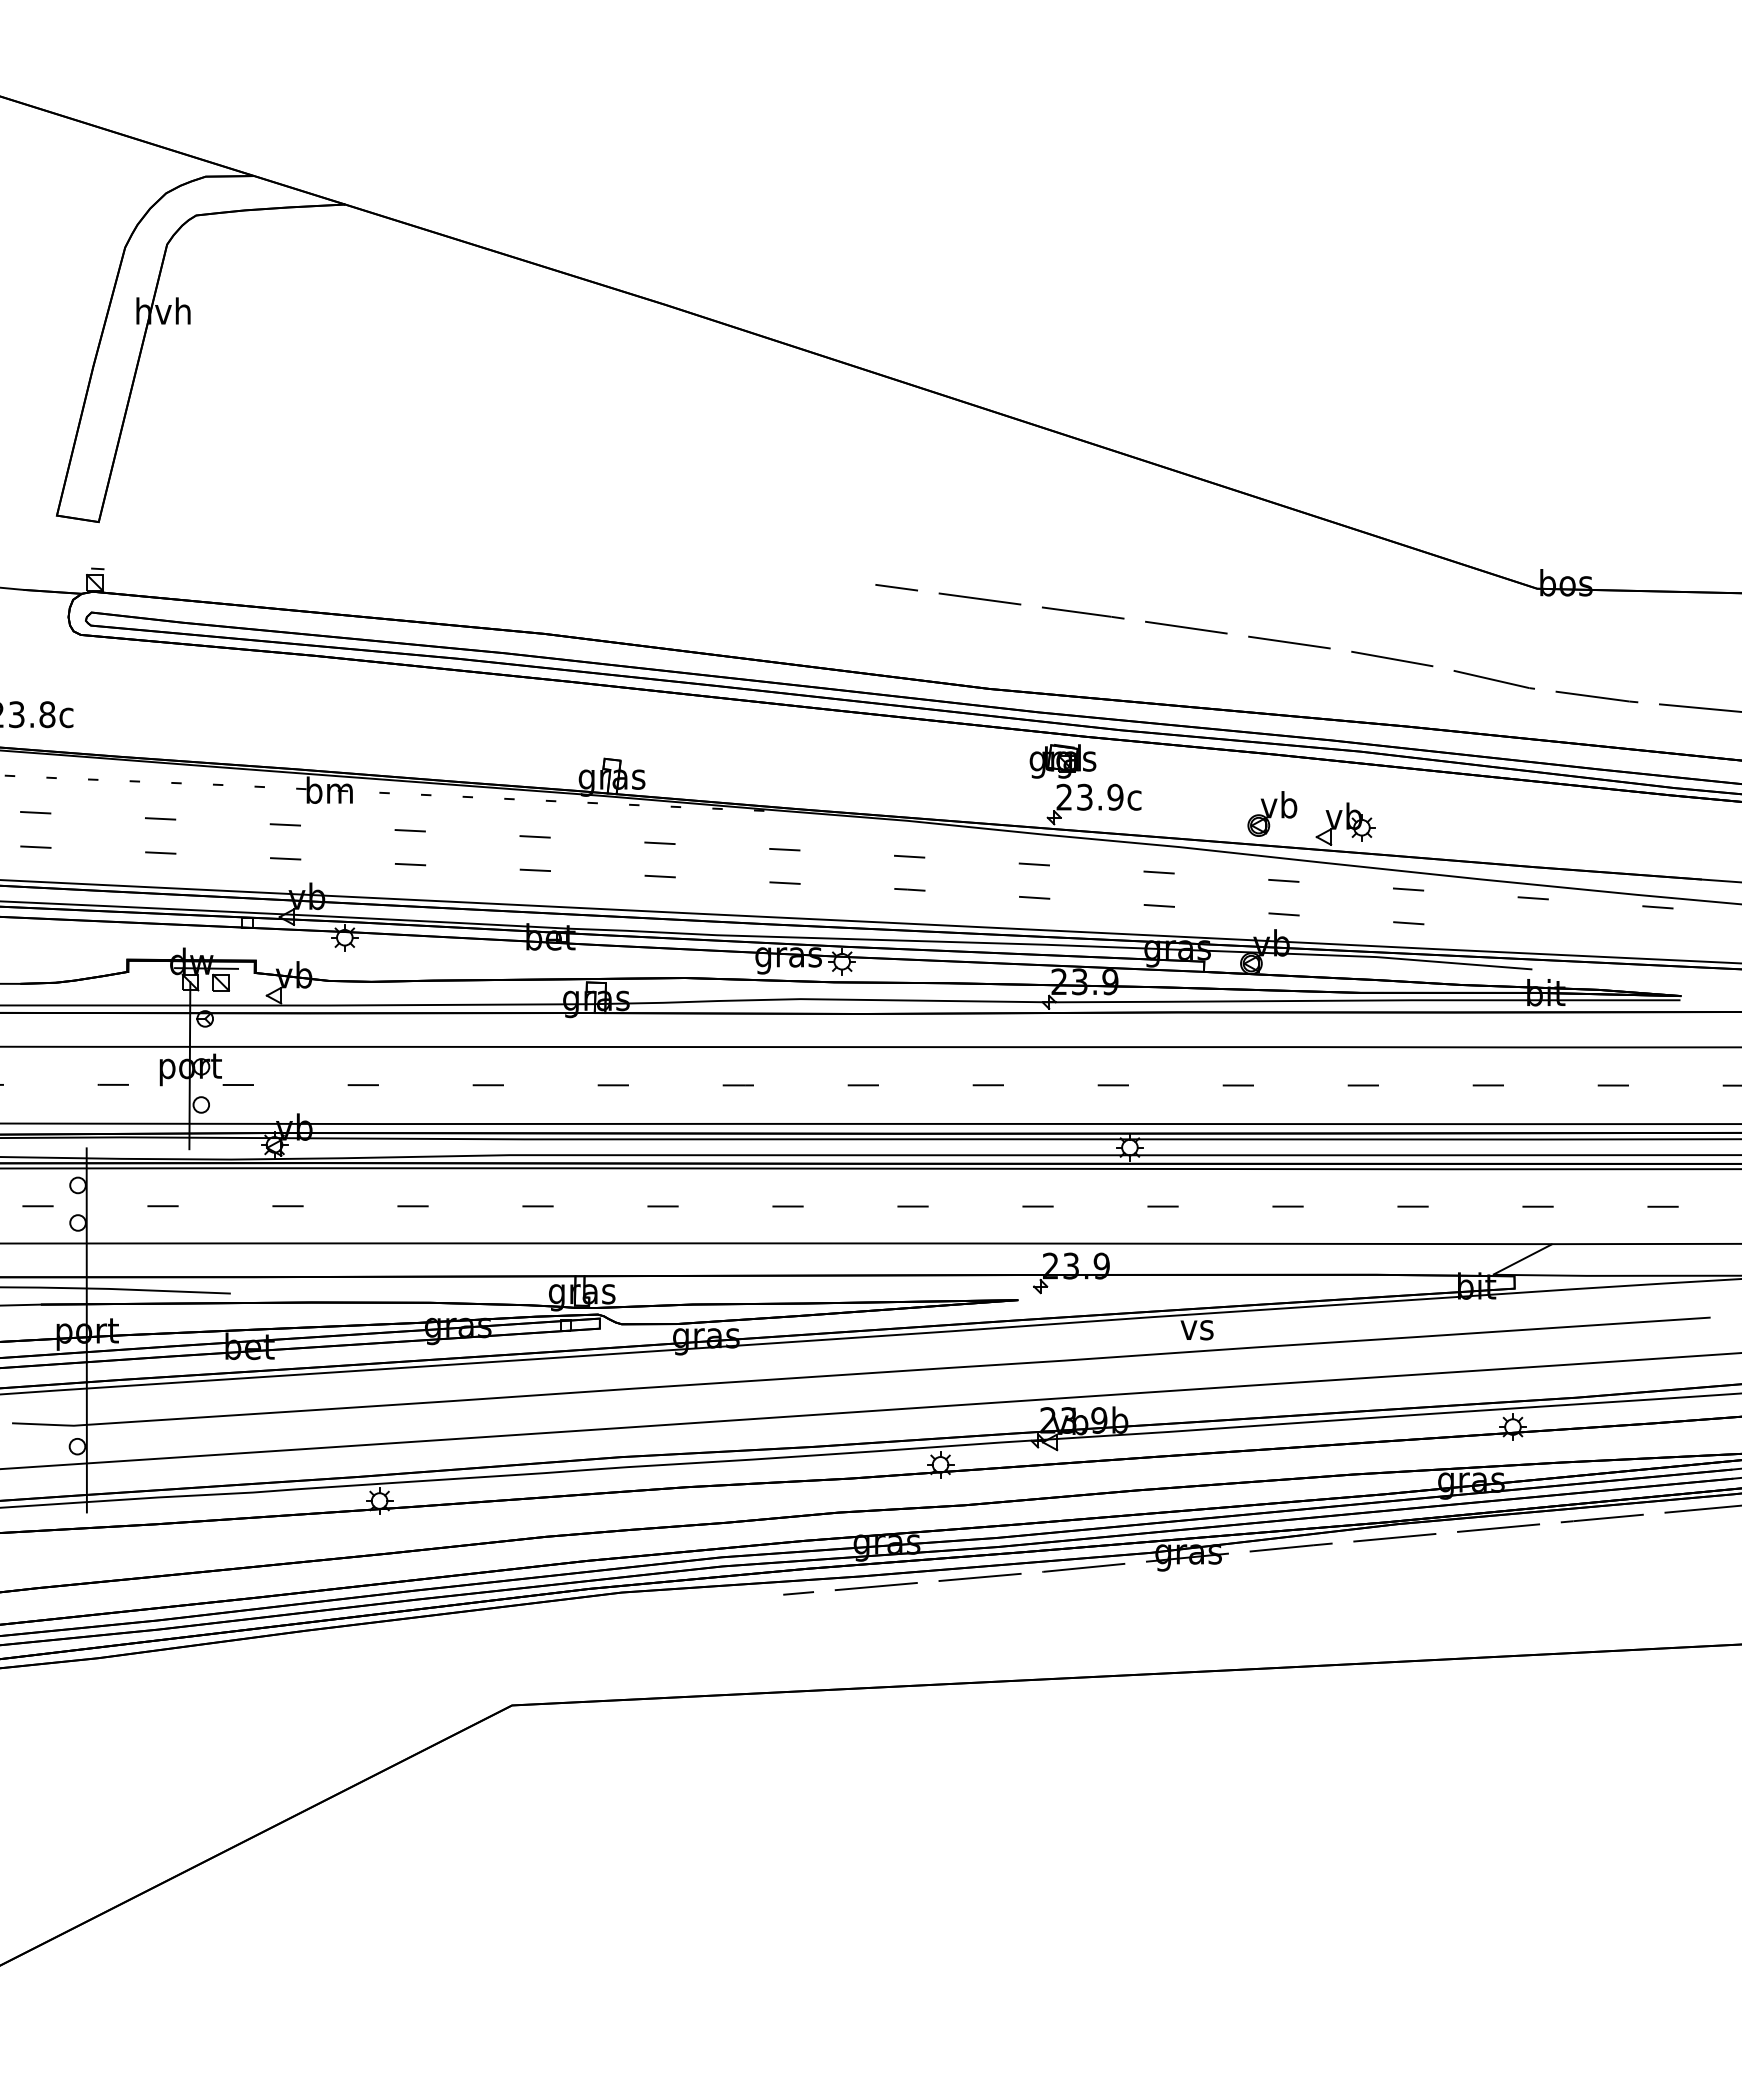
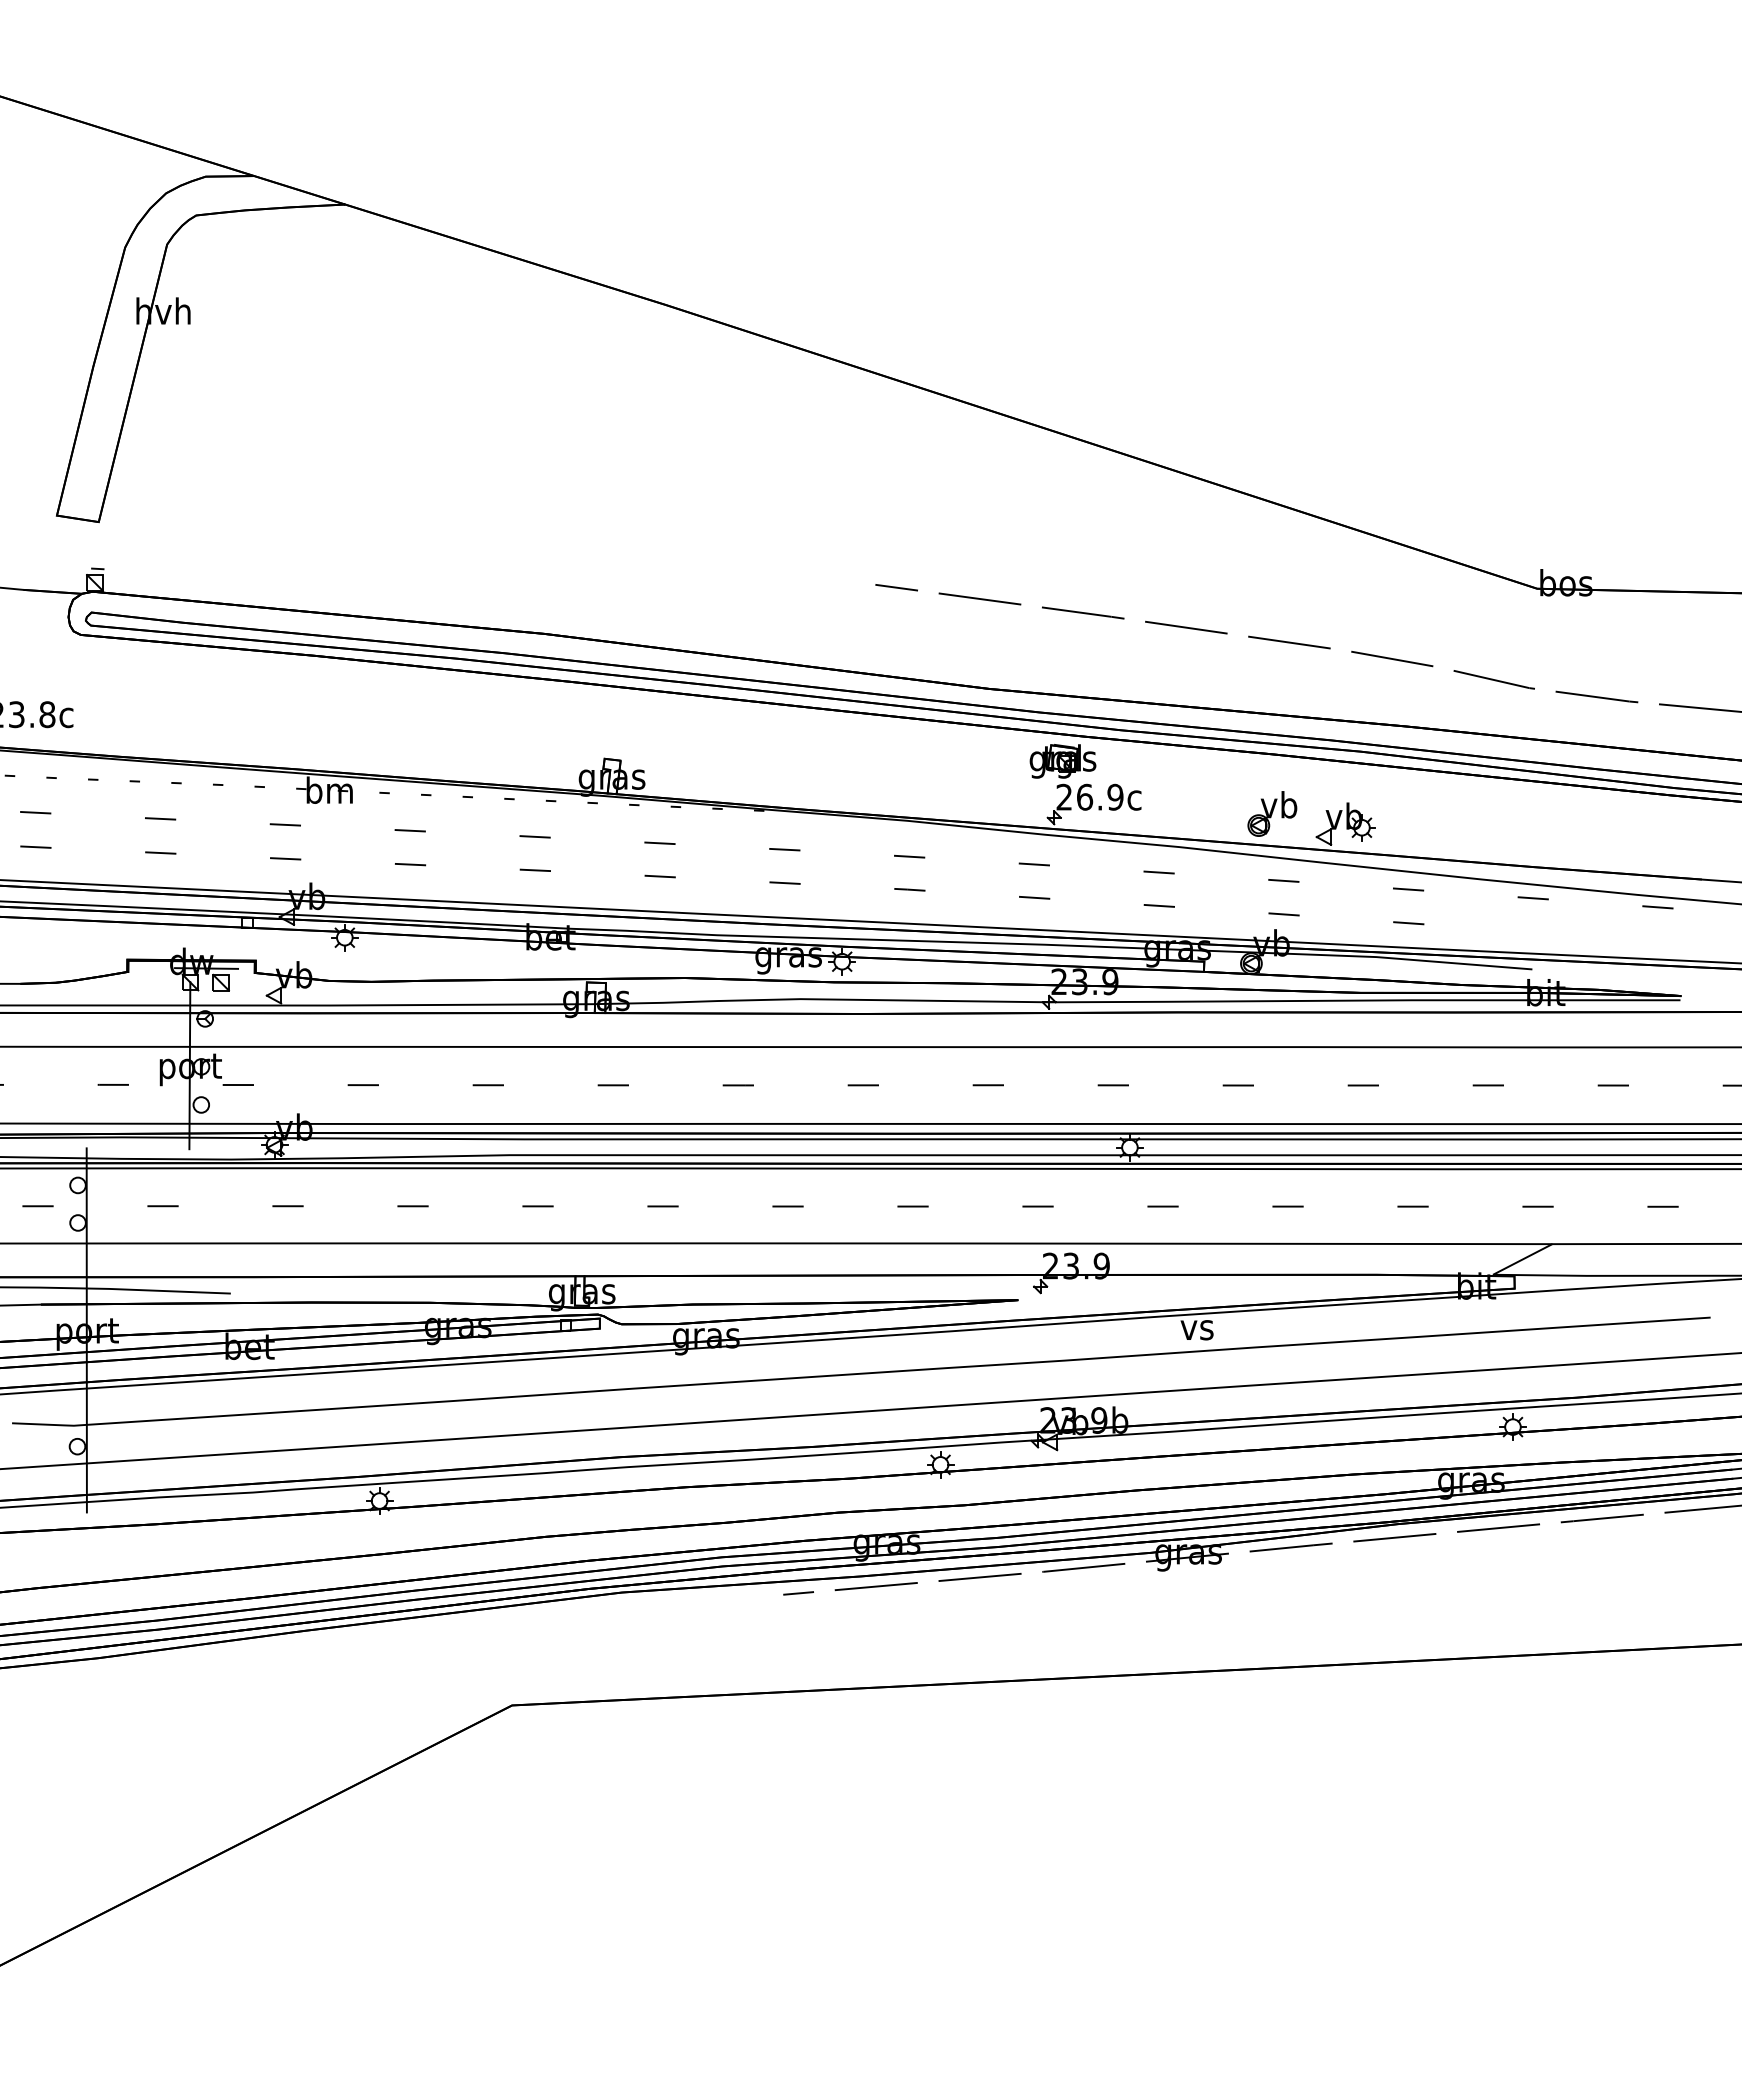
text at (1085, 796): 23.9c -> 26.9c
